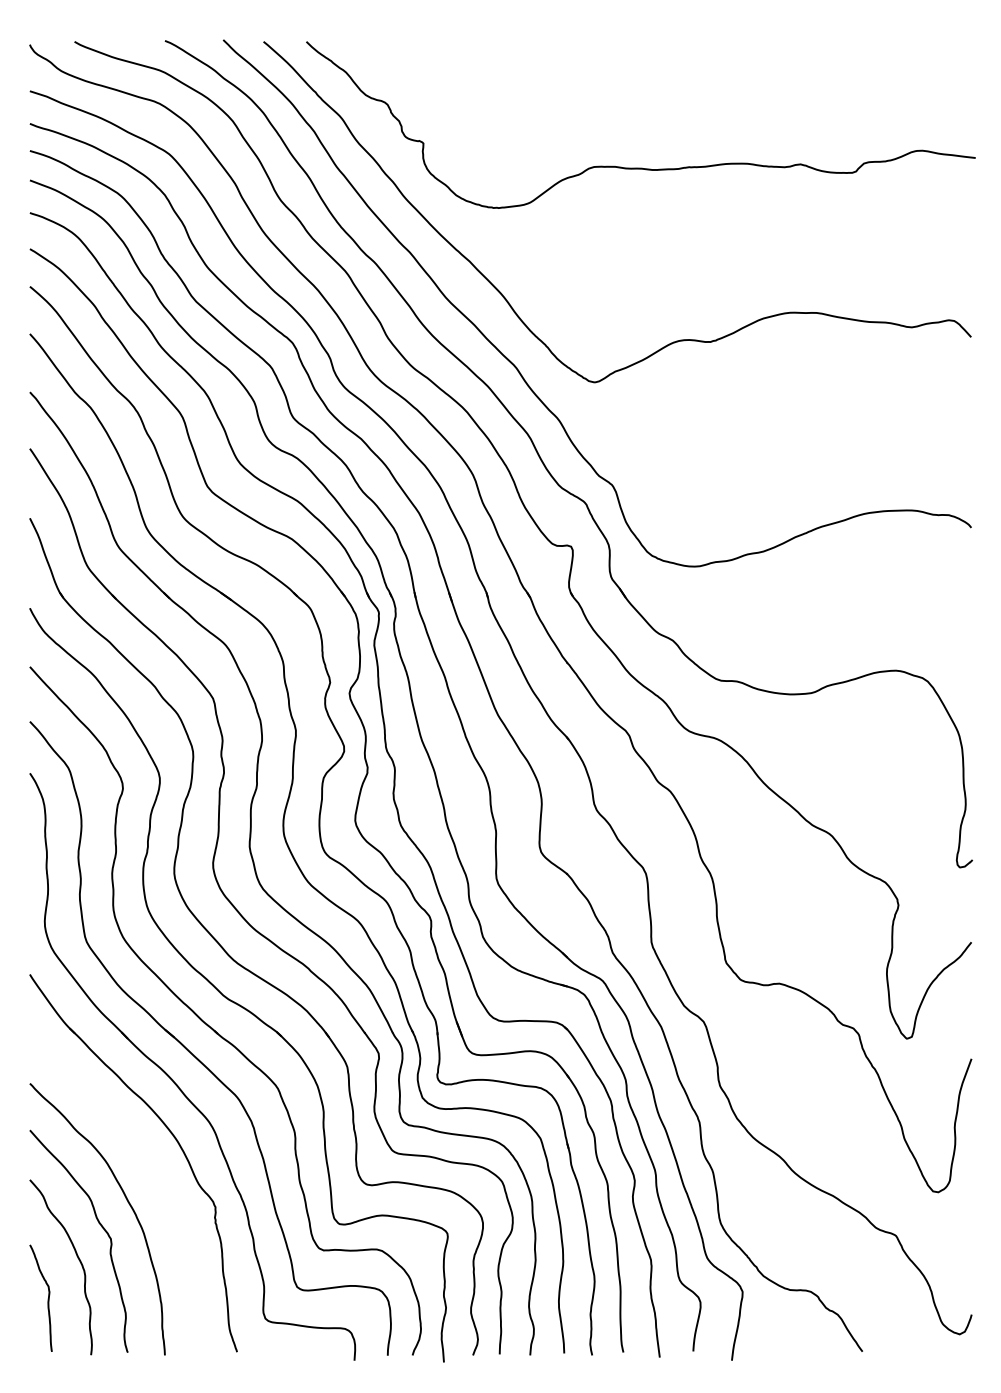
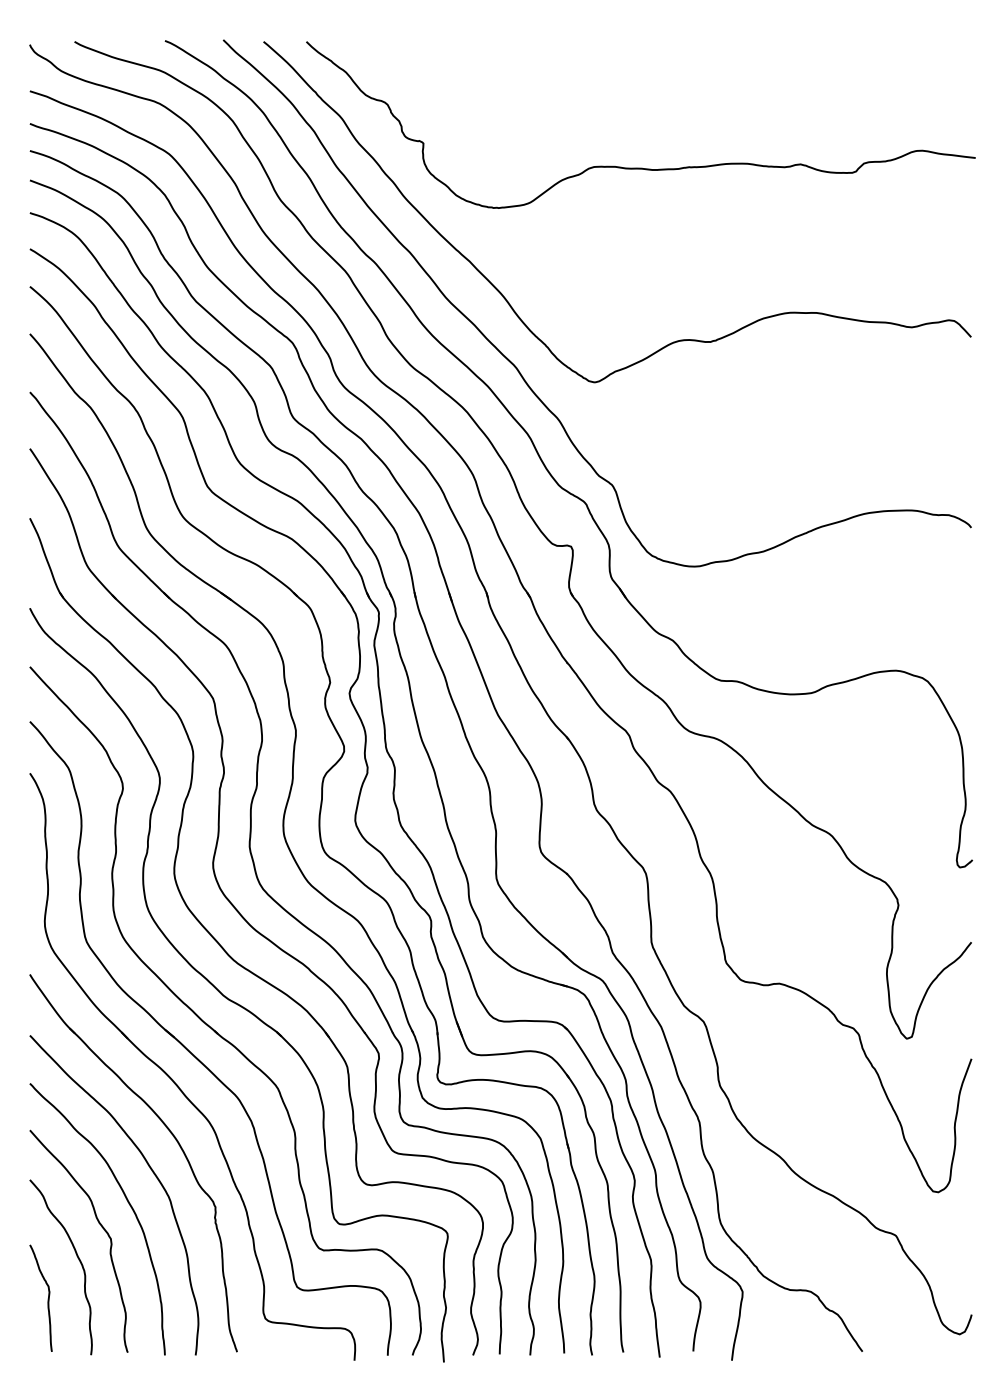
curve at (151, 1171): none -> present
